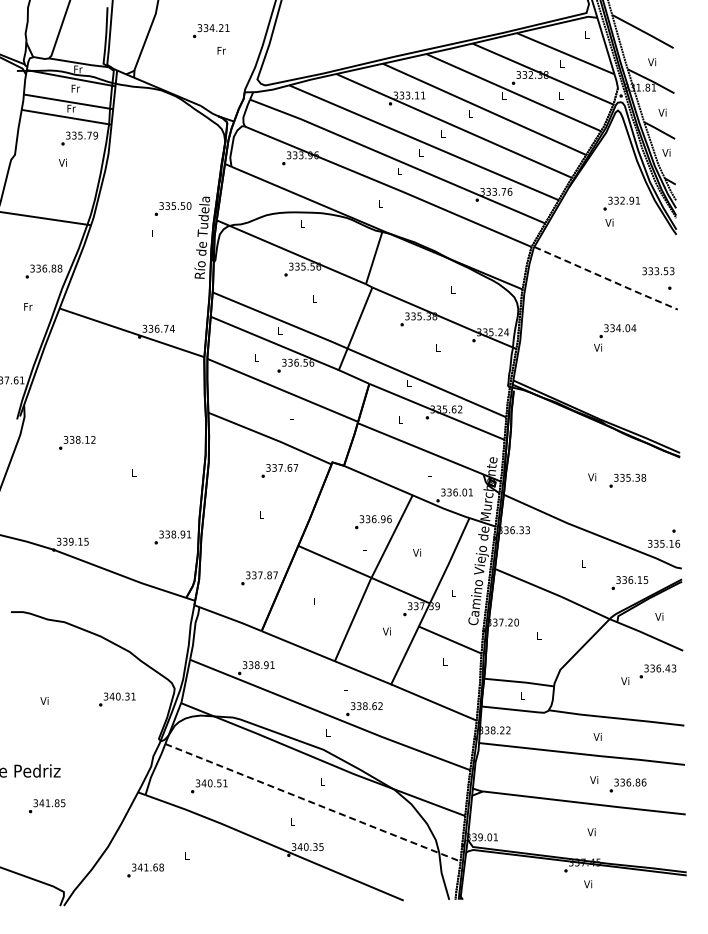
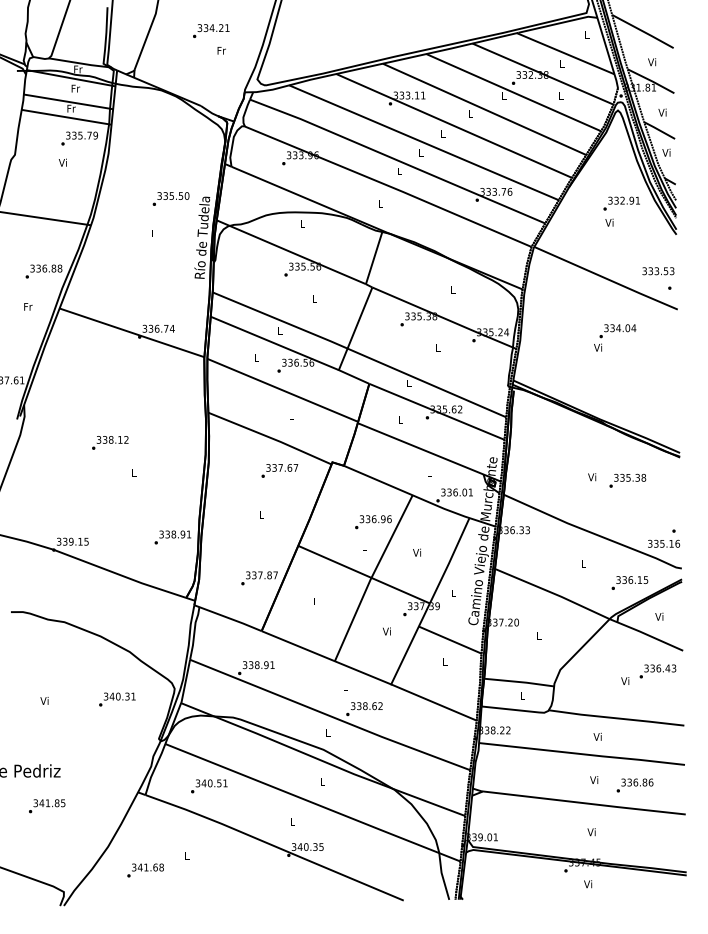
text at (172, 208) position: (172, 208) -> (170, 198)
line at (607, 278): dashed -> solid
text at (77, 442) position: (77, 442) -> (110, 442)
text at (627, 785) position: (627, 785) -> (634, 785)
line at (313, 803): dashed -> solid
